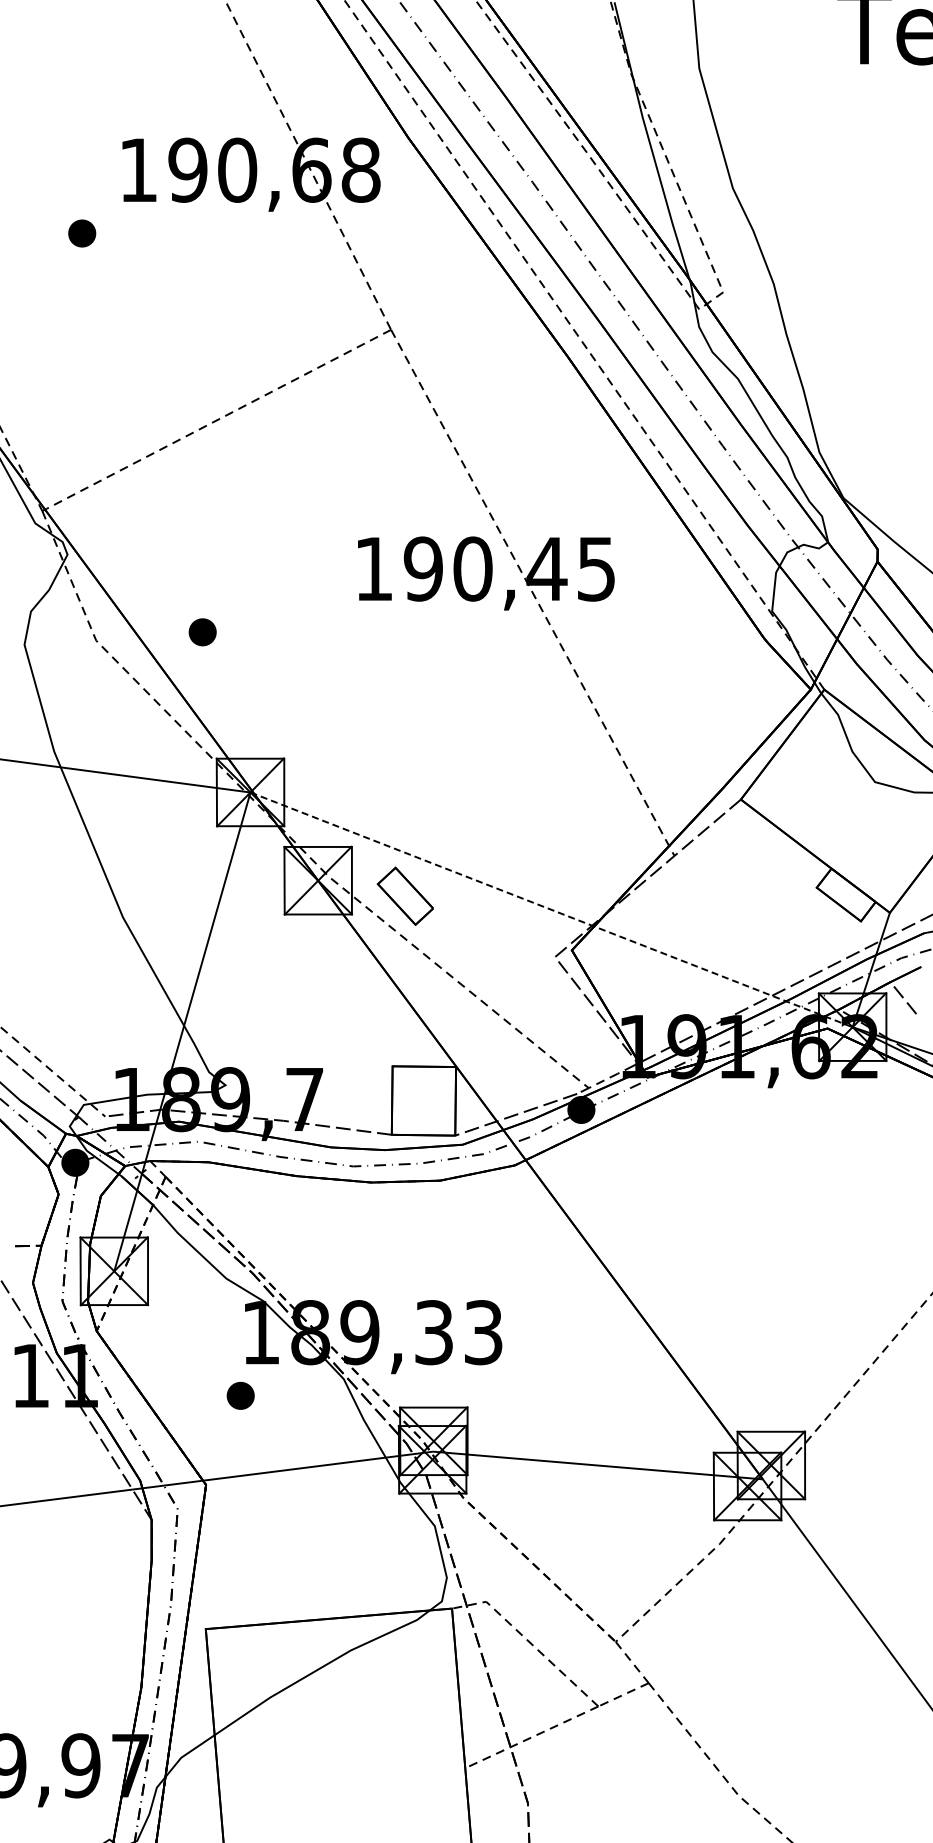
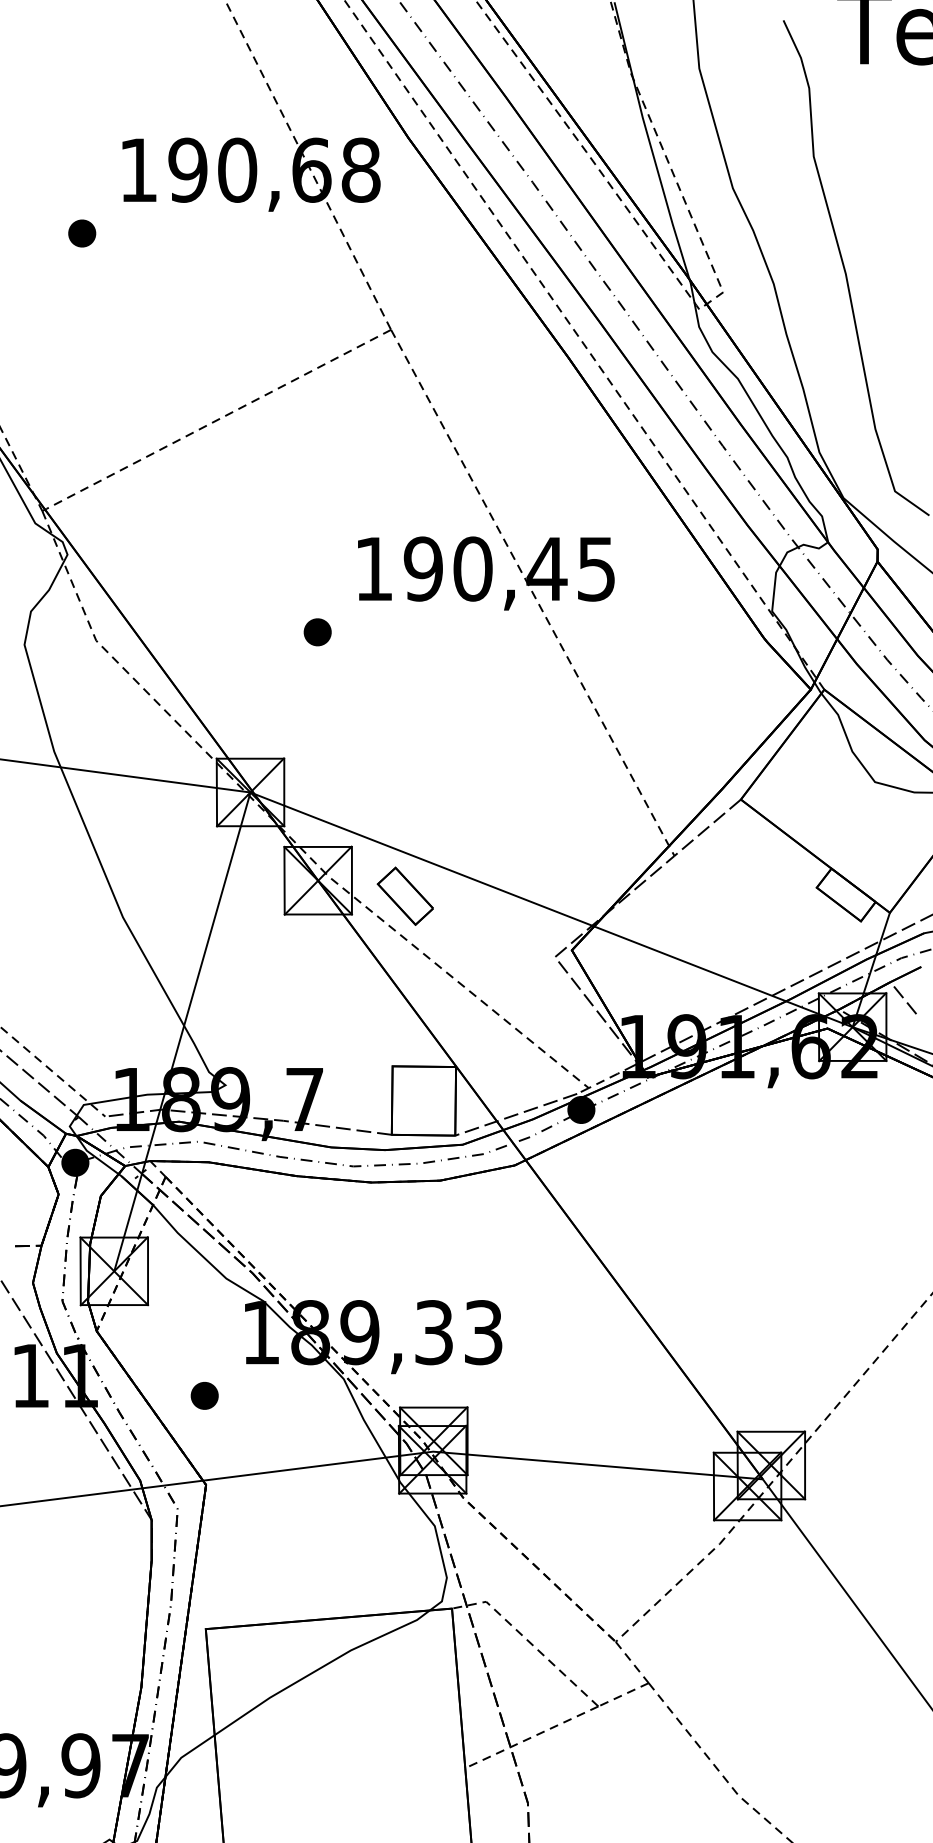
curve at (846, 271): none -> present
part at (202, 632) position: (202, 632) -> (317, 632)
line at (552, 910): dashed -> solid
part at (240, 1395) position: (240, 1395) -> (204, 1395)
